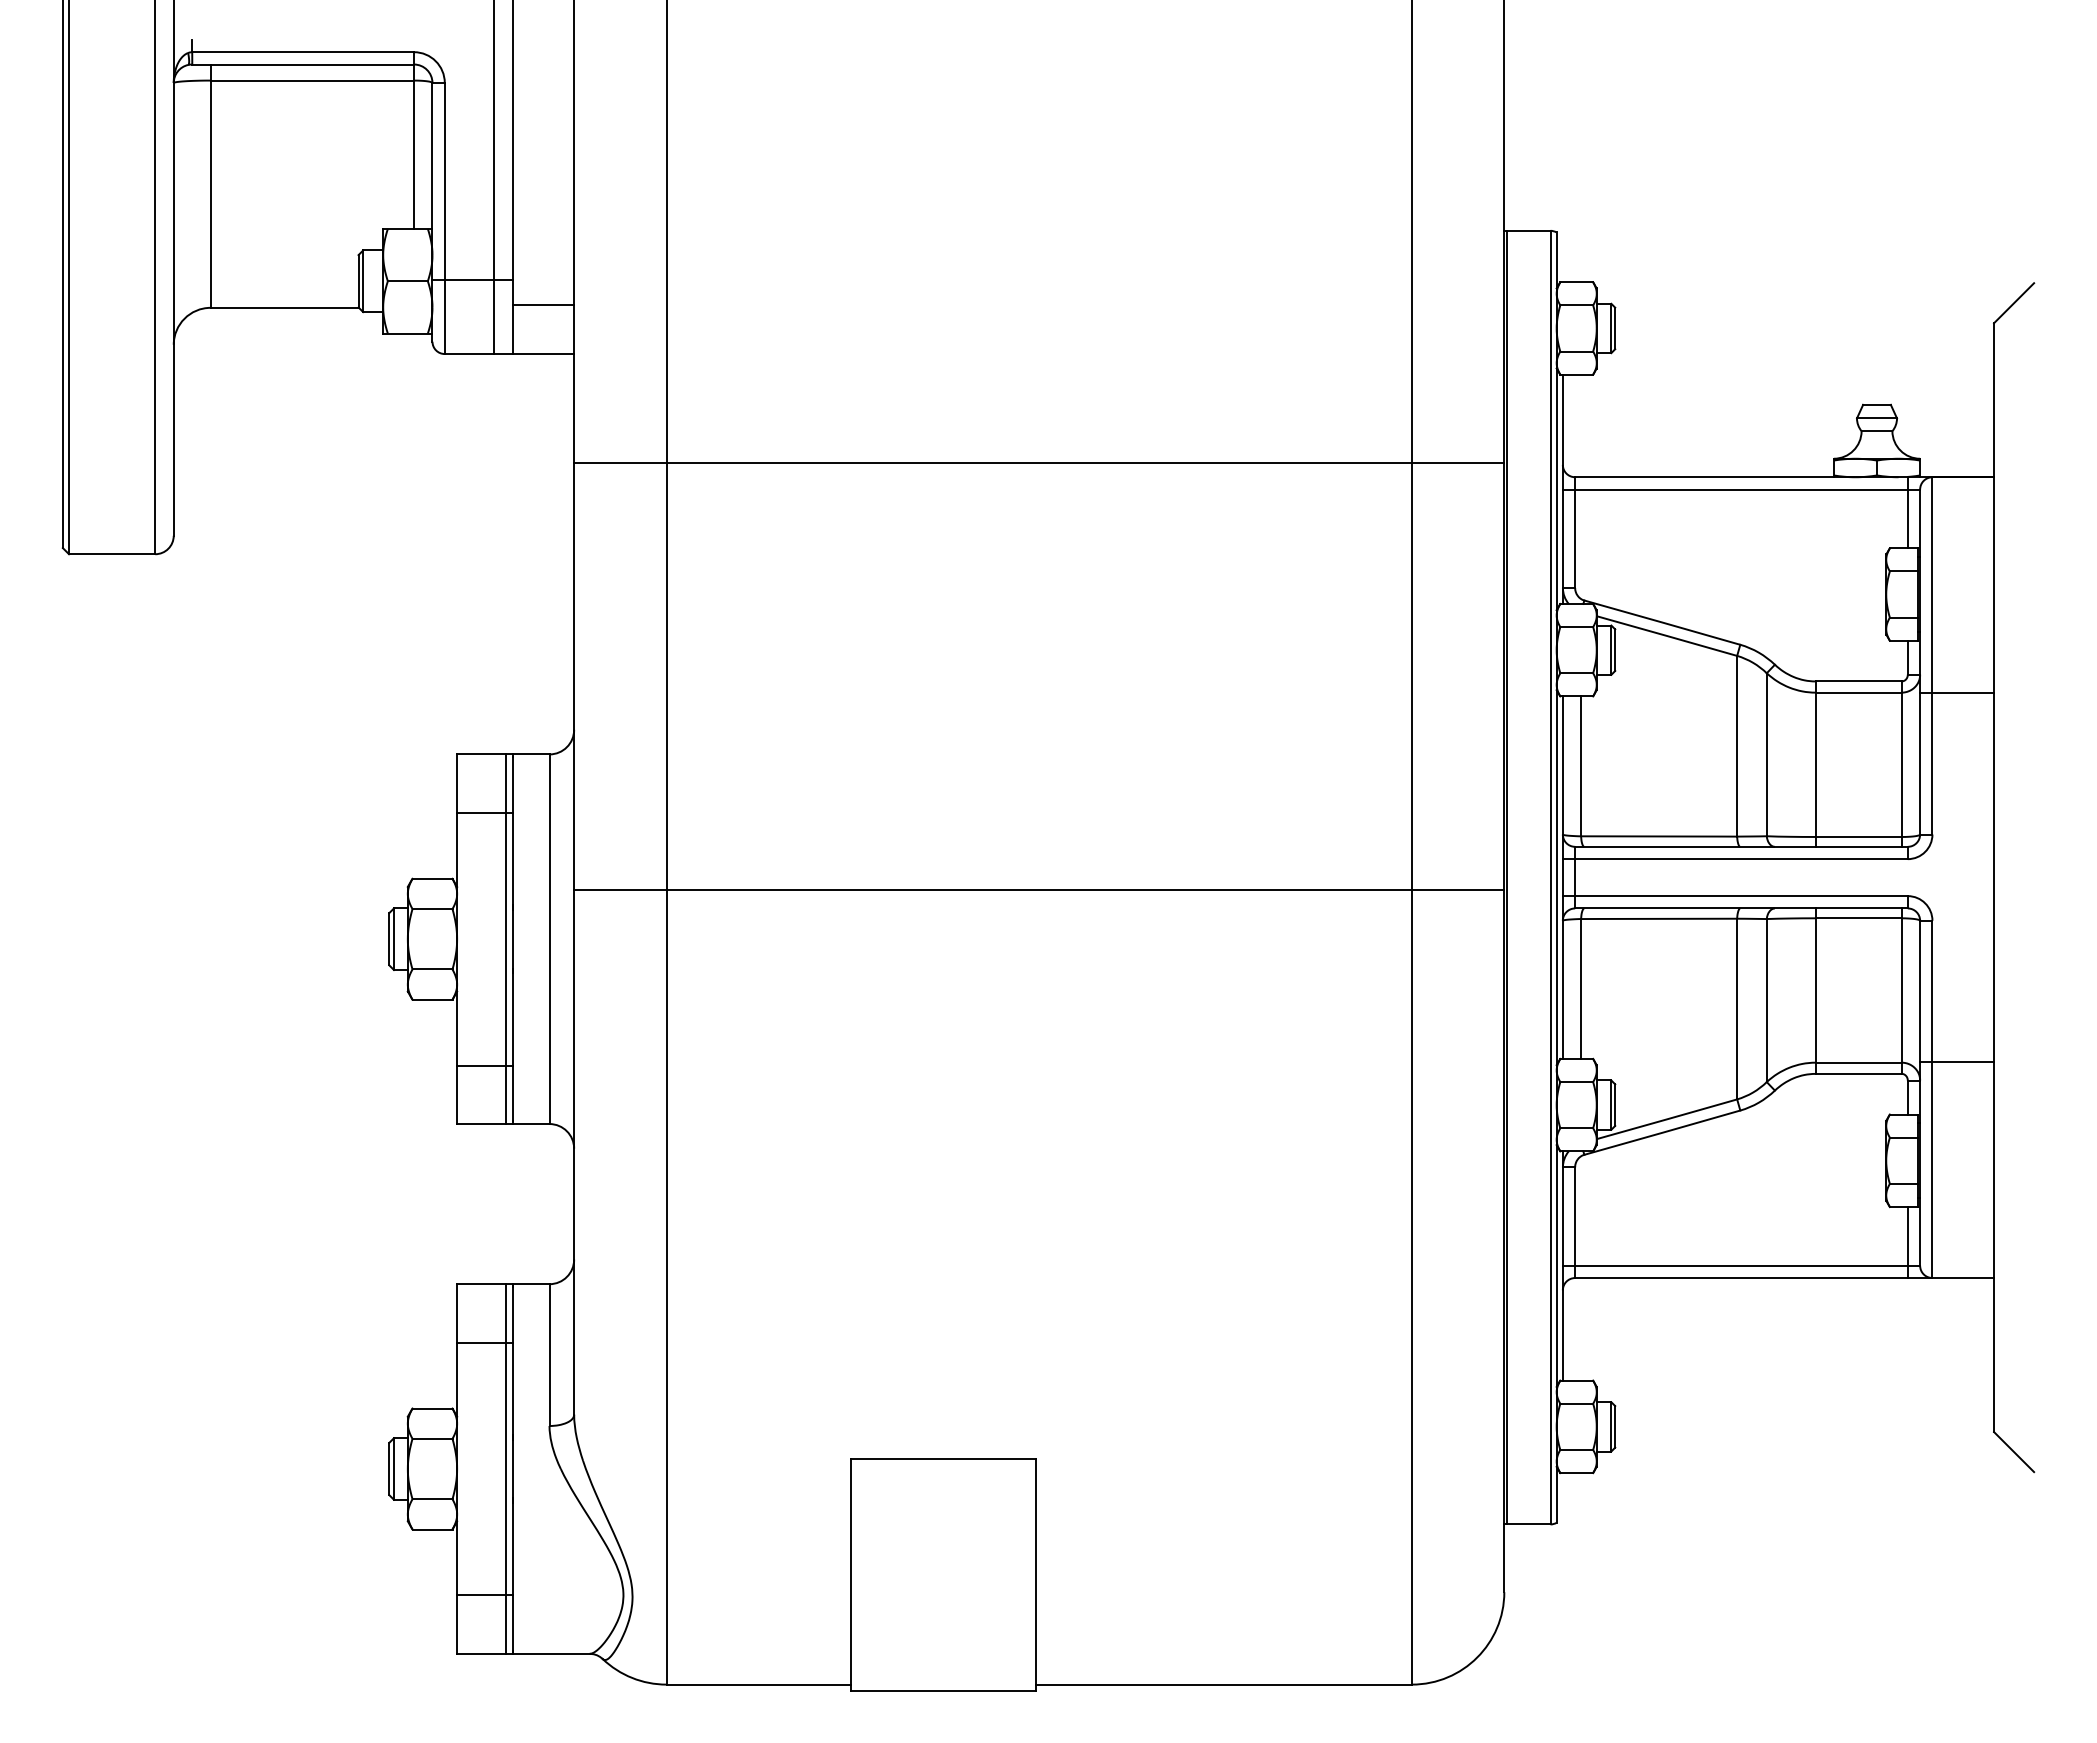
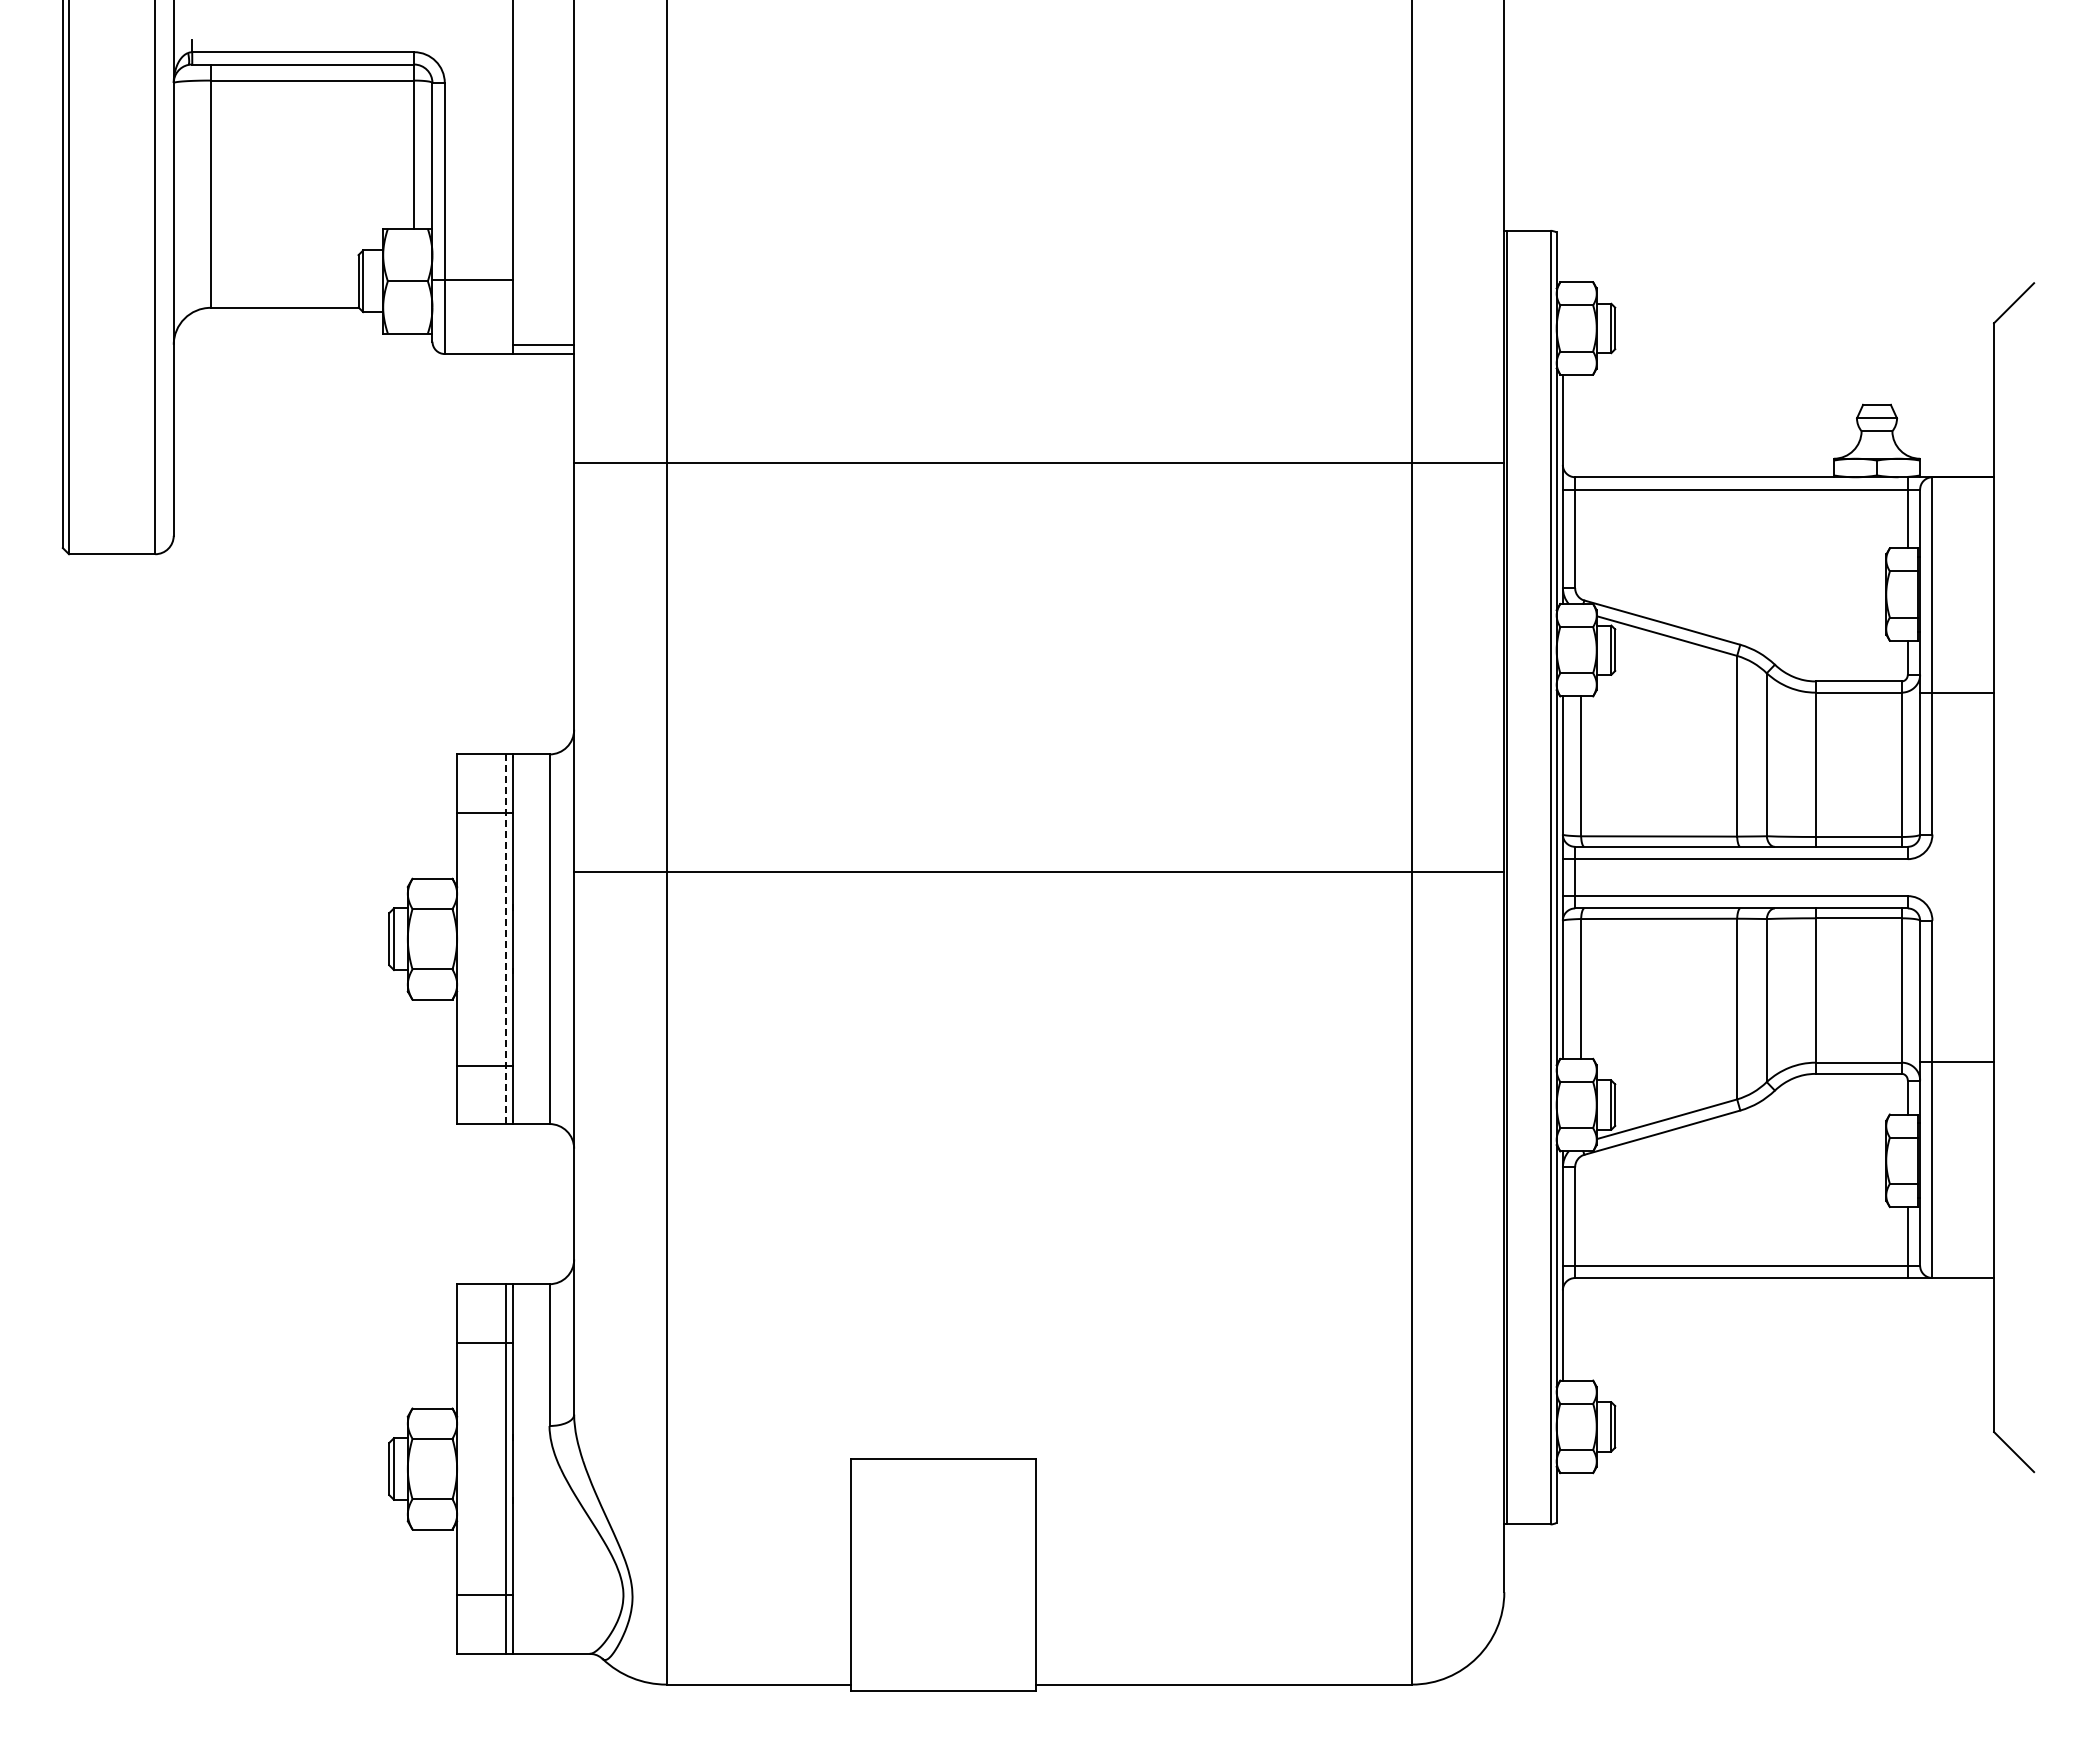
line at (494, 178): present -> none
line at (543, 304) position: (543, 304) -> (543, 344)
line at (1039, 889) position: (1039, 889) -> (1039, 871)
line at (506, 939): solid -> dashed
